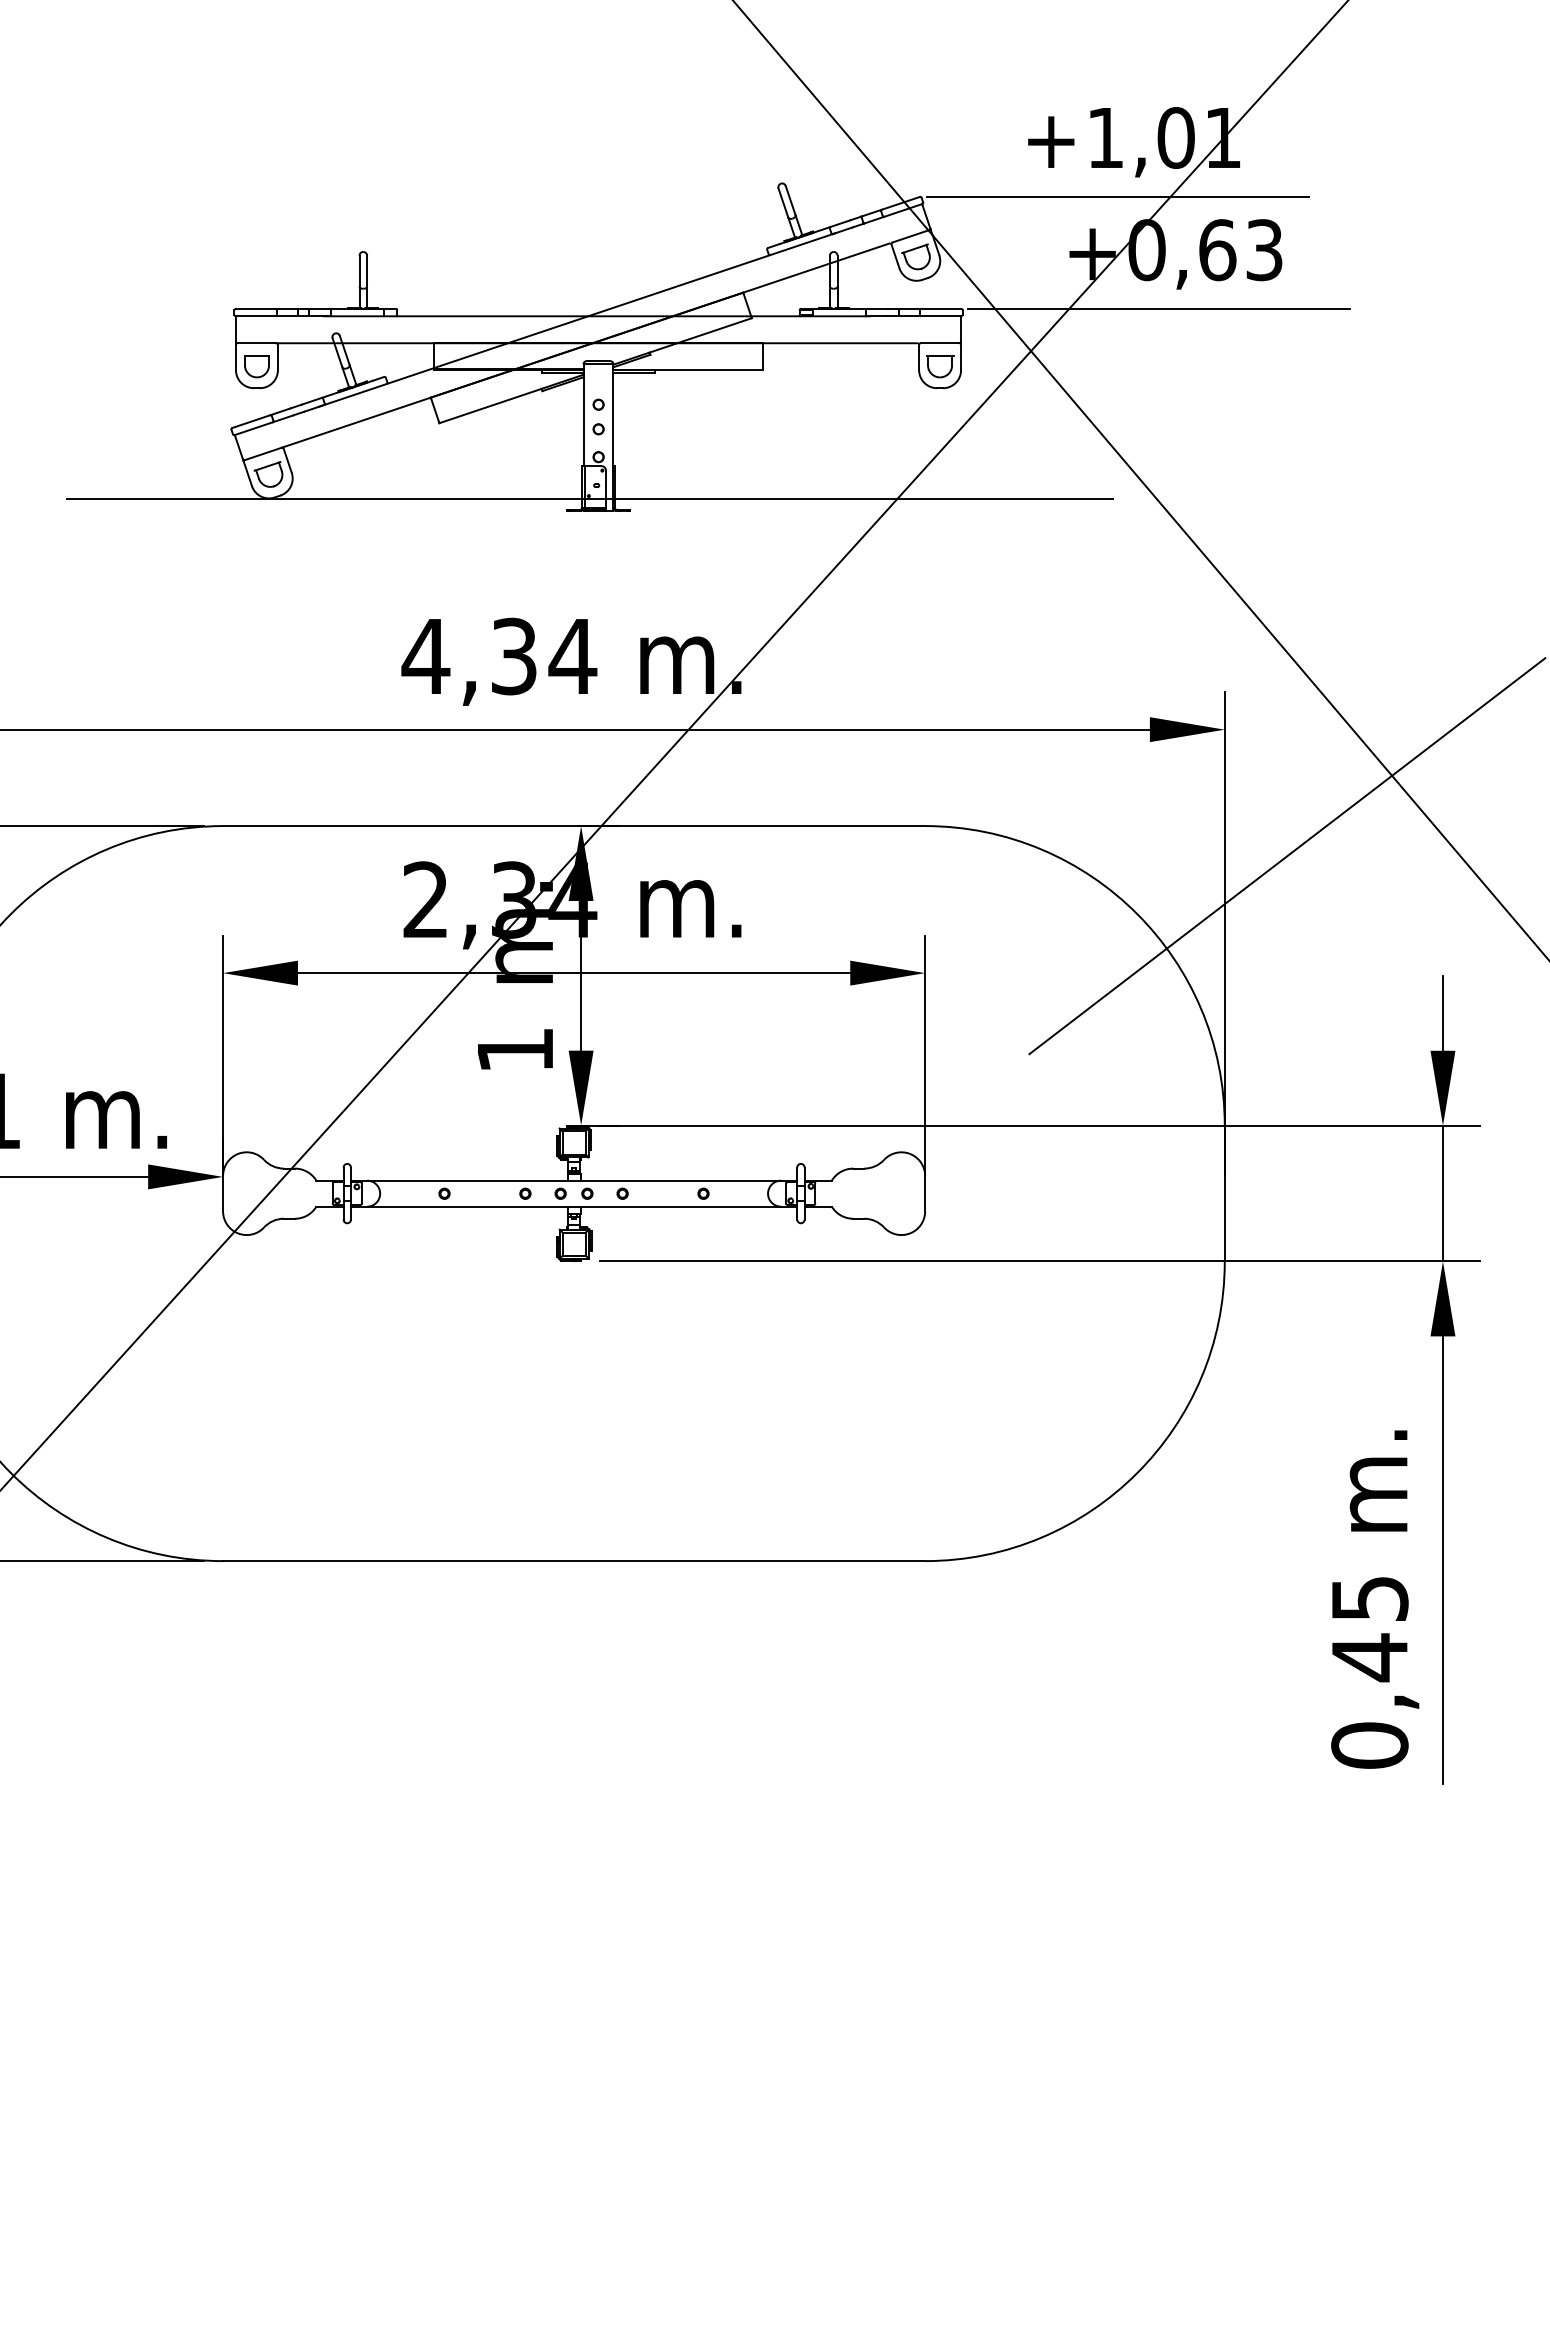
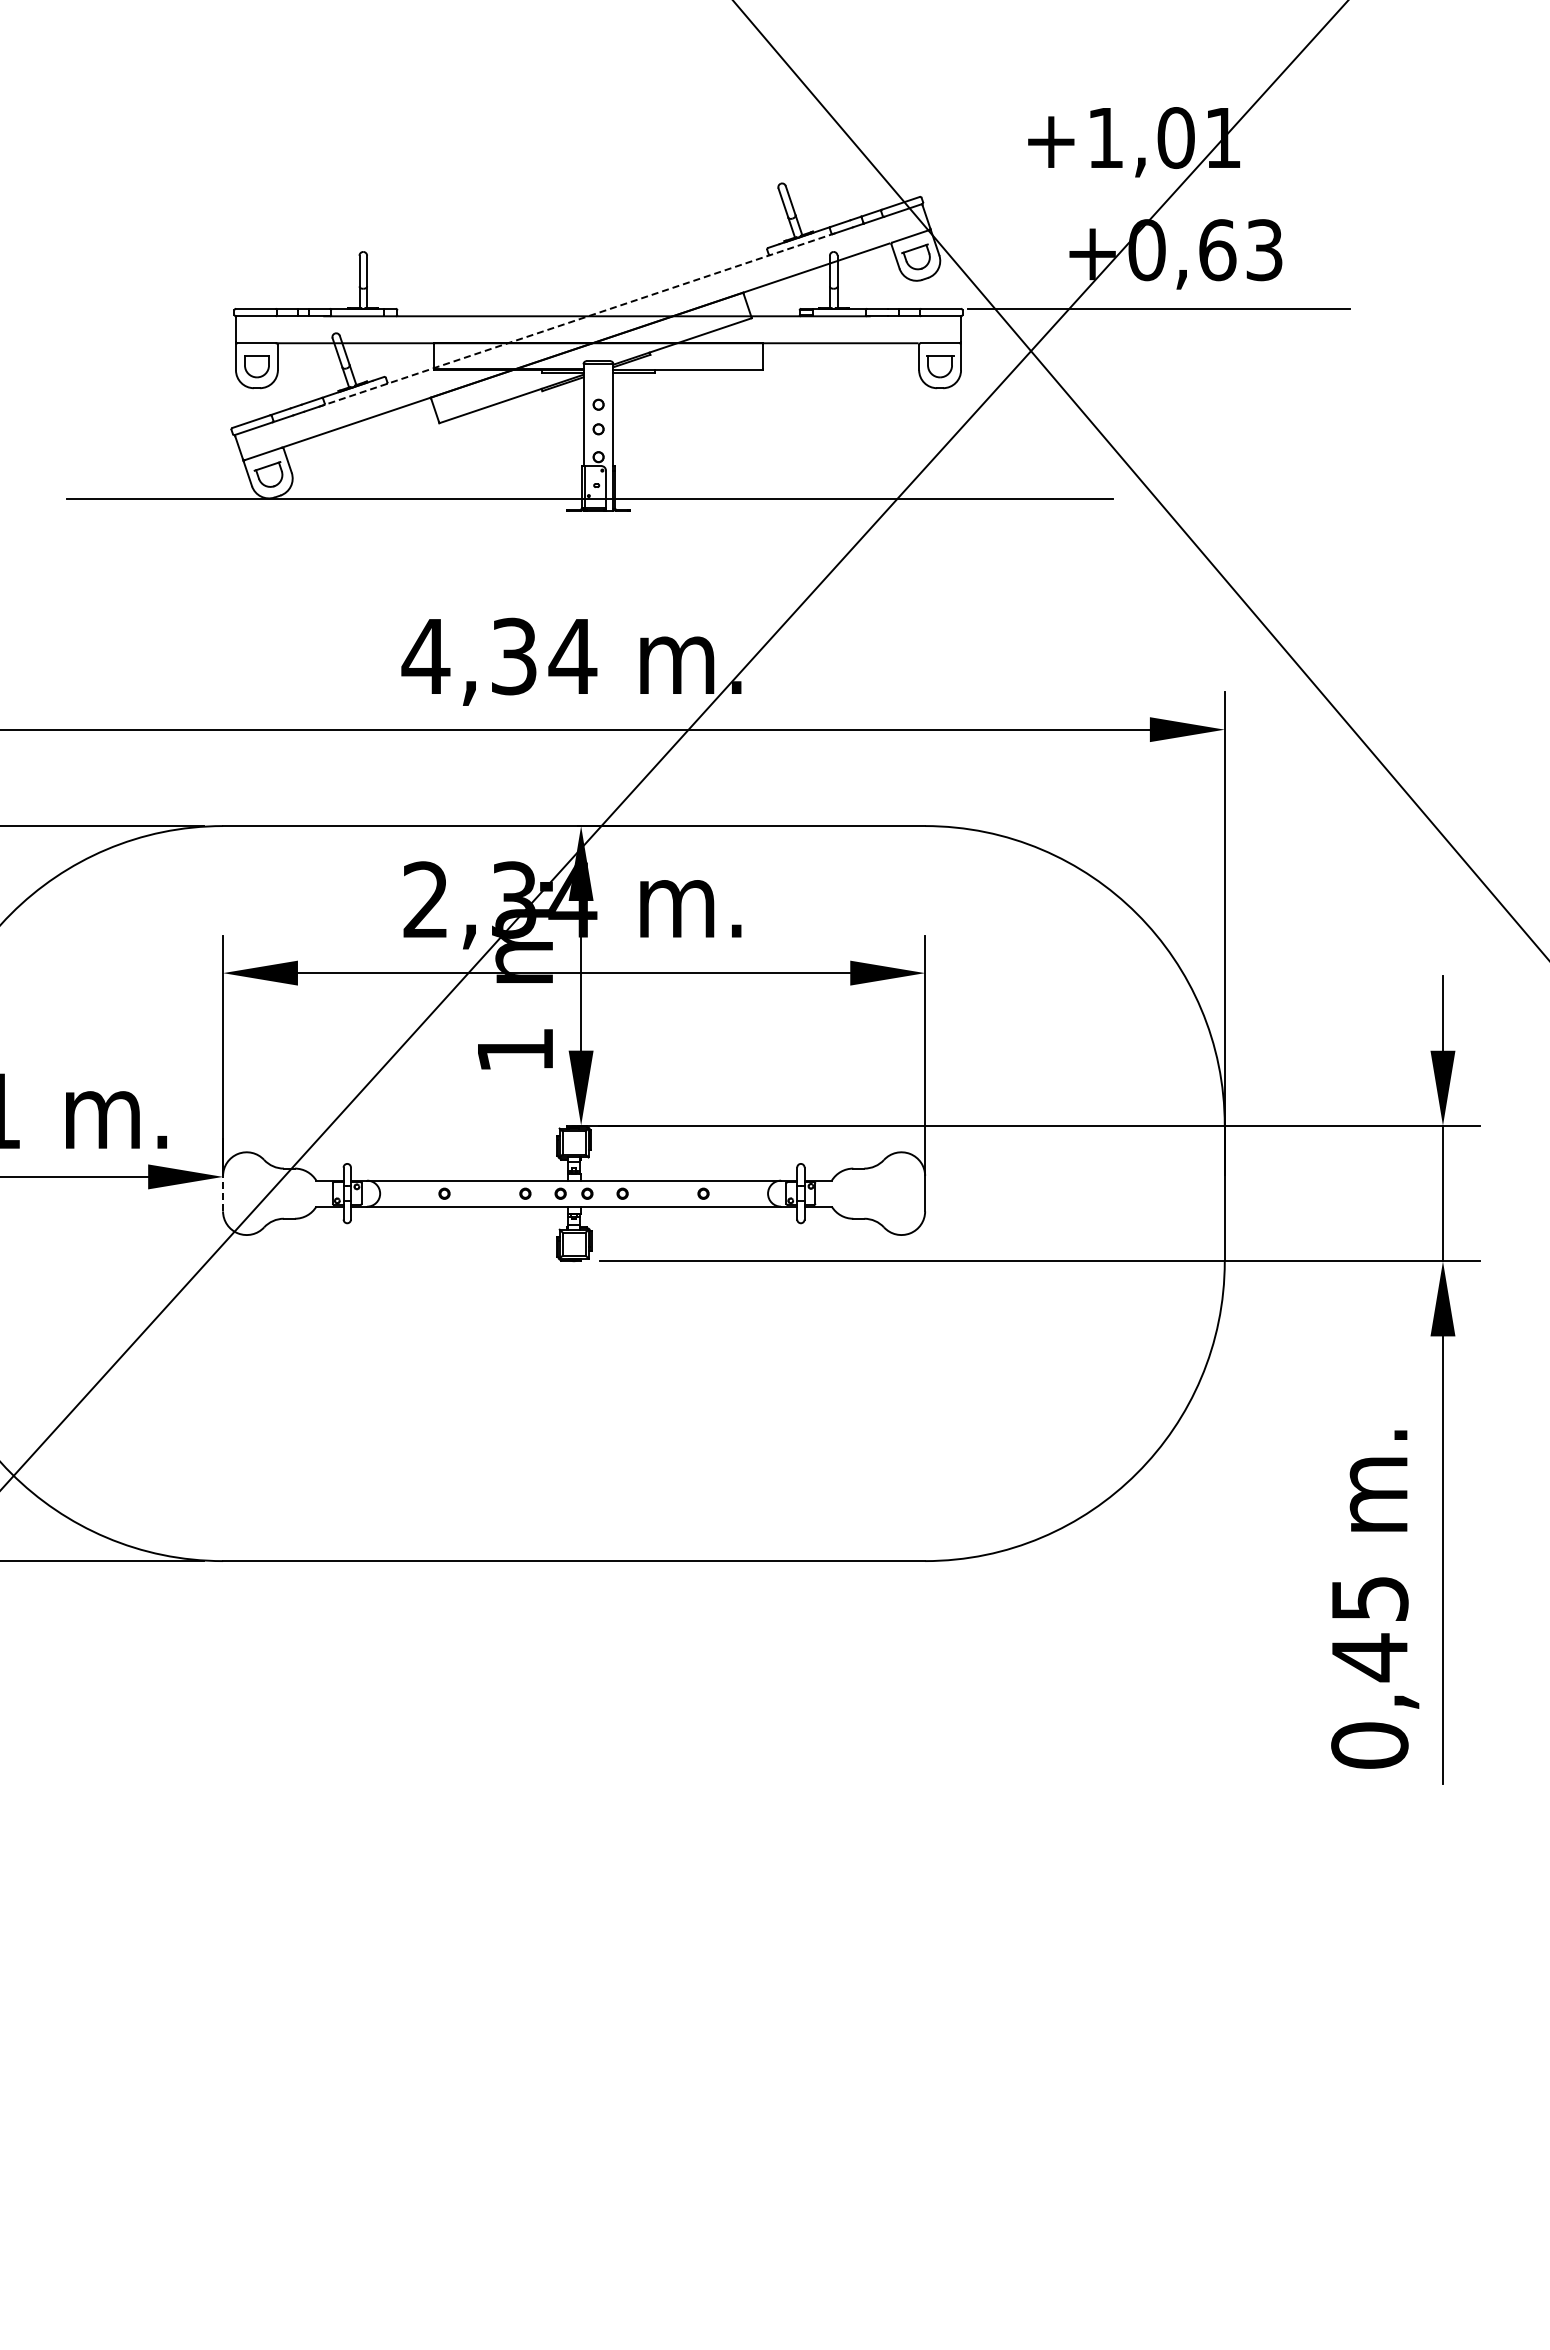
line at (1117, 197): present -> none
line at (577, 320): solid -> dashed
line at (1287, 856): present -> none
line at (223, 1193): solid -> dashed
